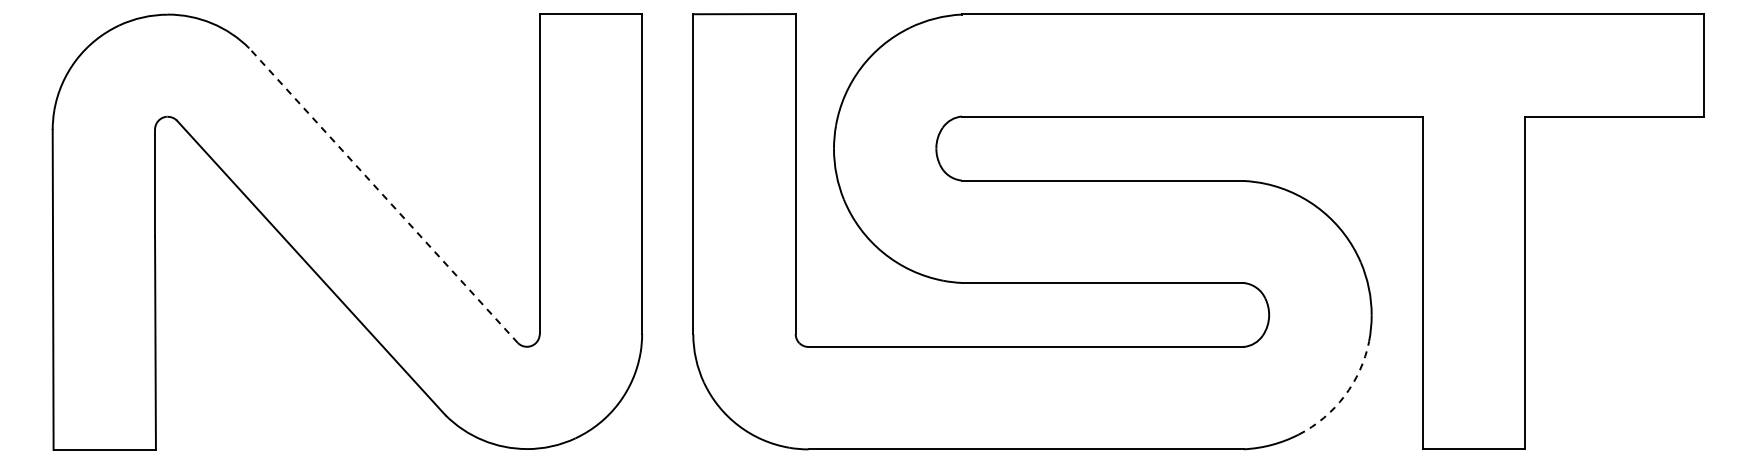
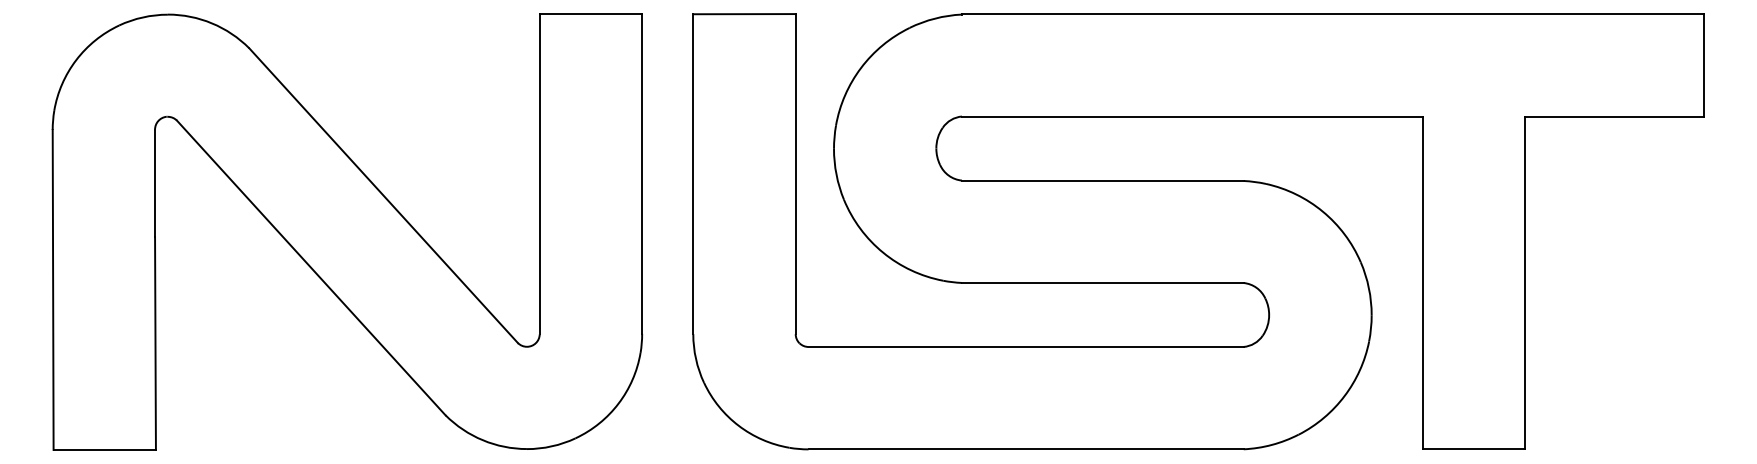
line at (383, 195): dashed -> solid
arc at (1344, 396): dashed -> solid
